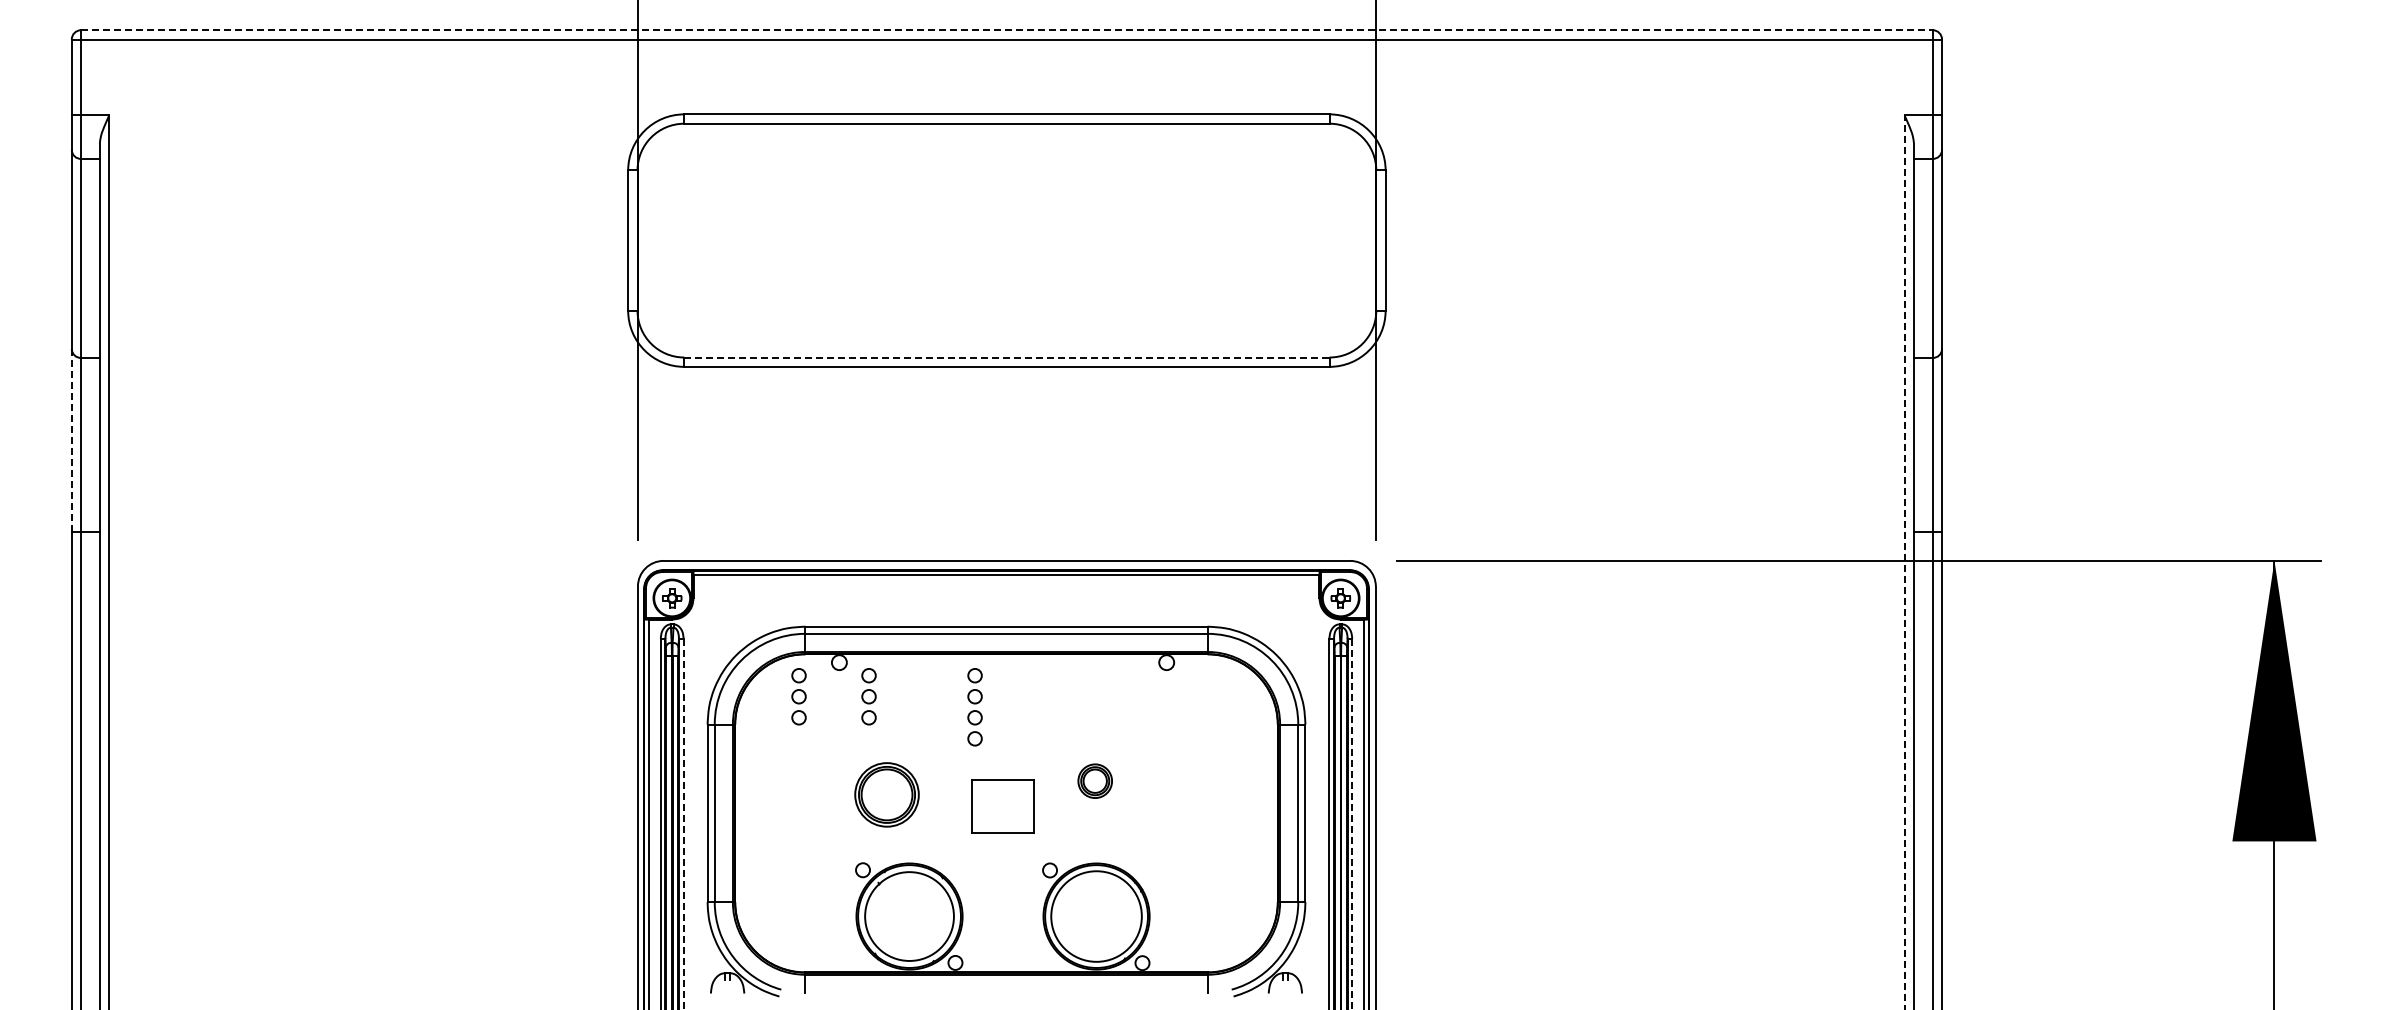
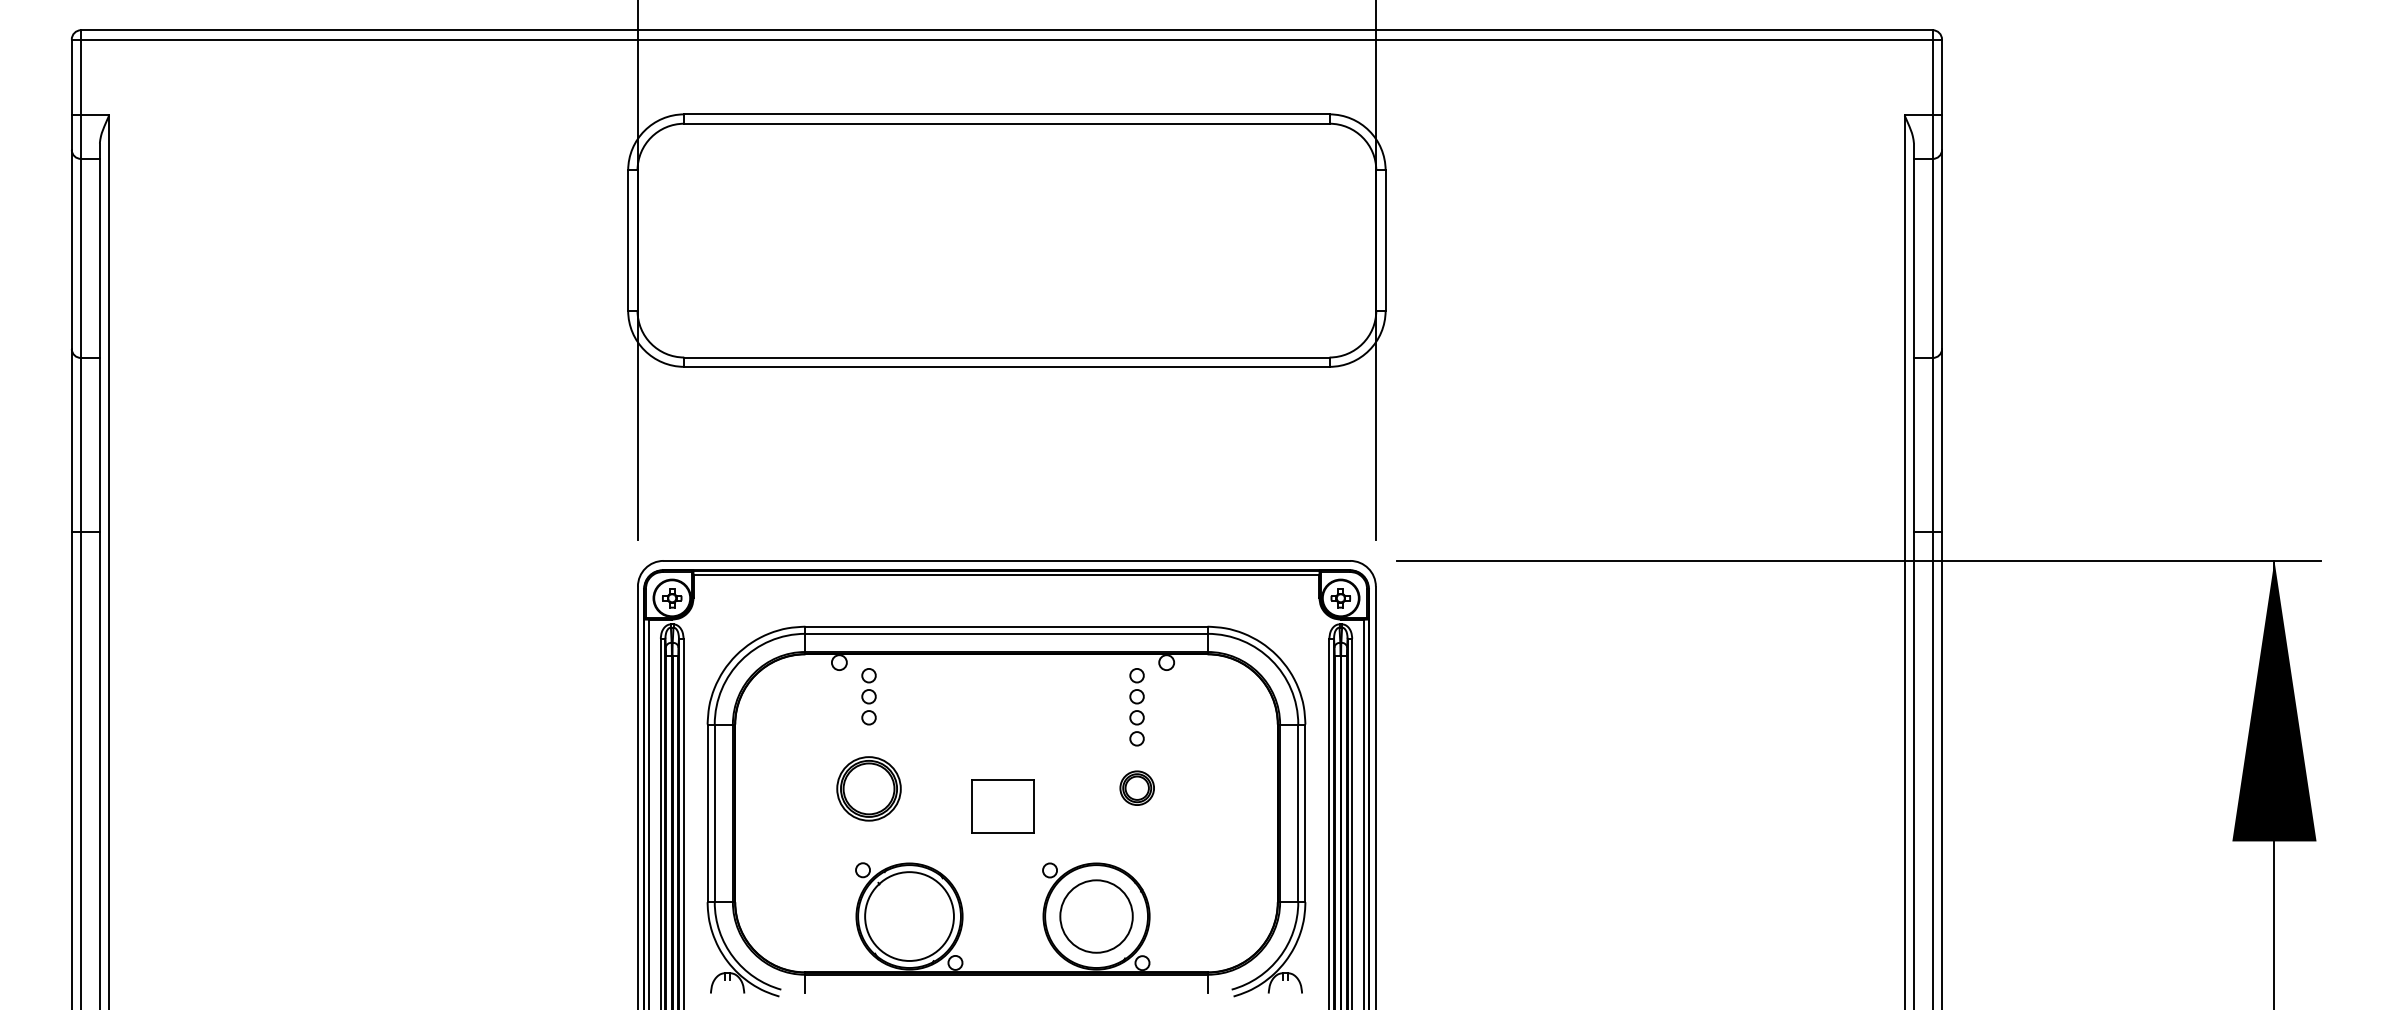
line at (1006, 30): dashed -> solid
line at (1006, 357): dashed -> solid
line at (71, 439): dashed -> solid
line at (1904, 562): dashed -> solid
part at (798, 696): present -> none
part at (974, 707) position: (974, 707) -> (1136, 707)
part at (1094, 780) position: (1094, 780) -> (1136, 787)
part at (886, 794) position: (886, 794) -> (868, 788)
line at (683, 824): dashed -> solid
line at (1352, 824): dashed -> solid
circle at (1096, 916) diameter: 91 px -> 72 px
